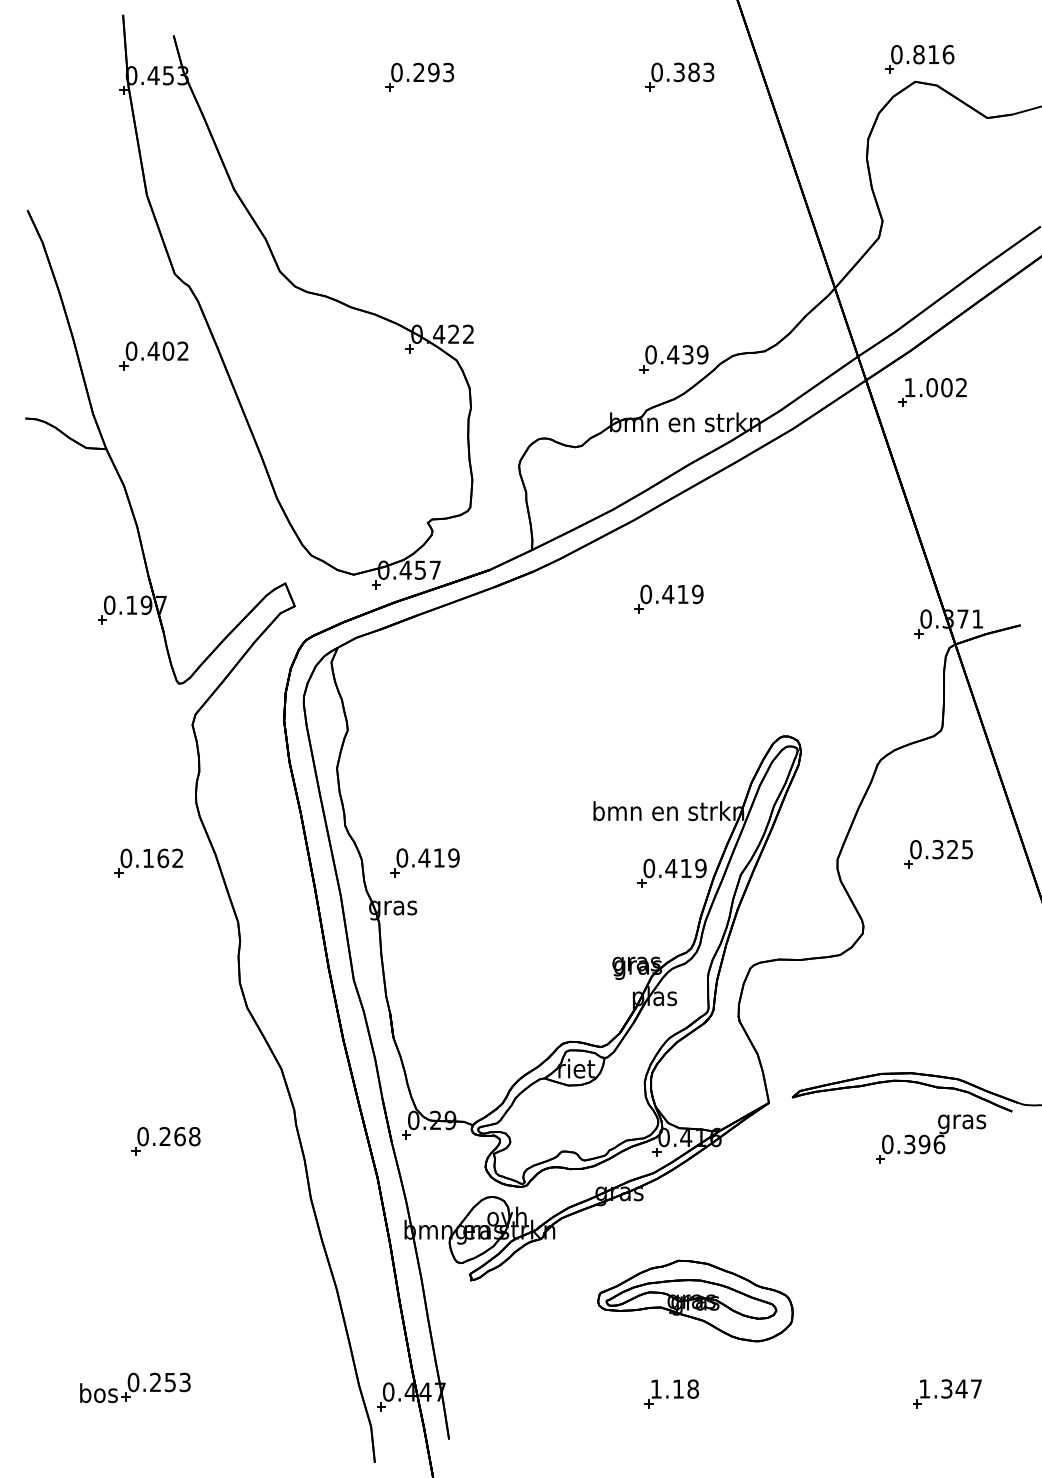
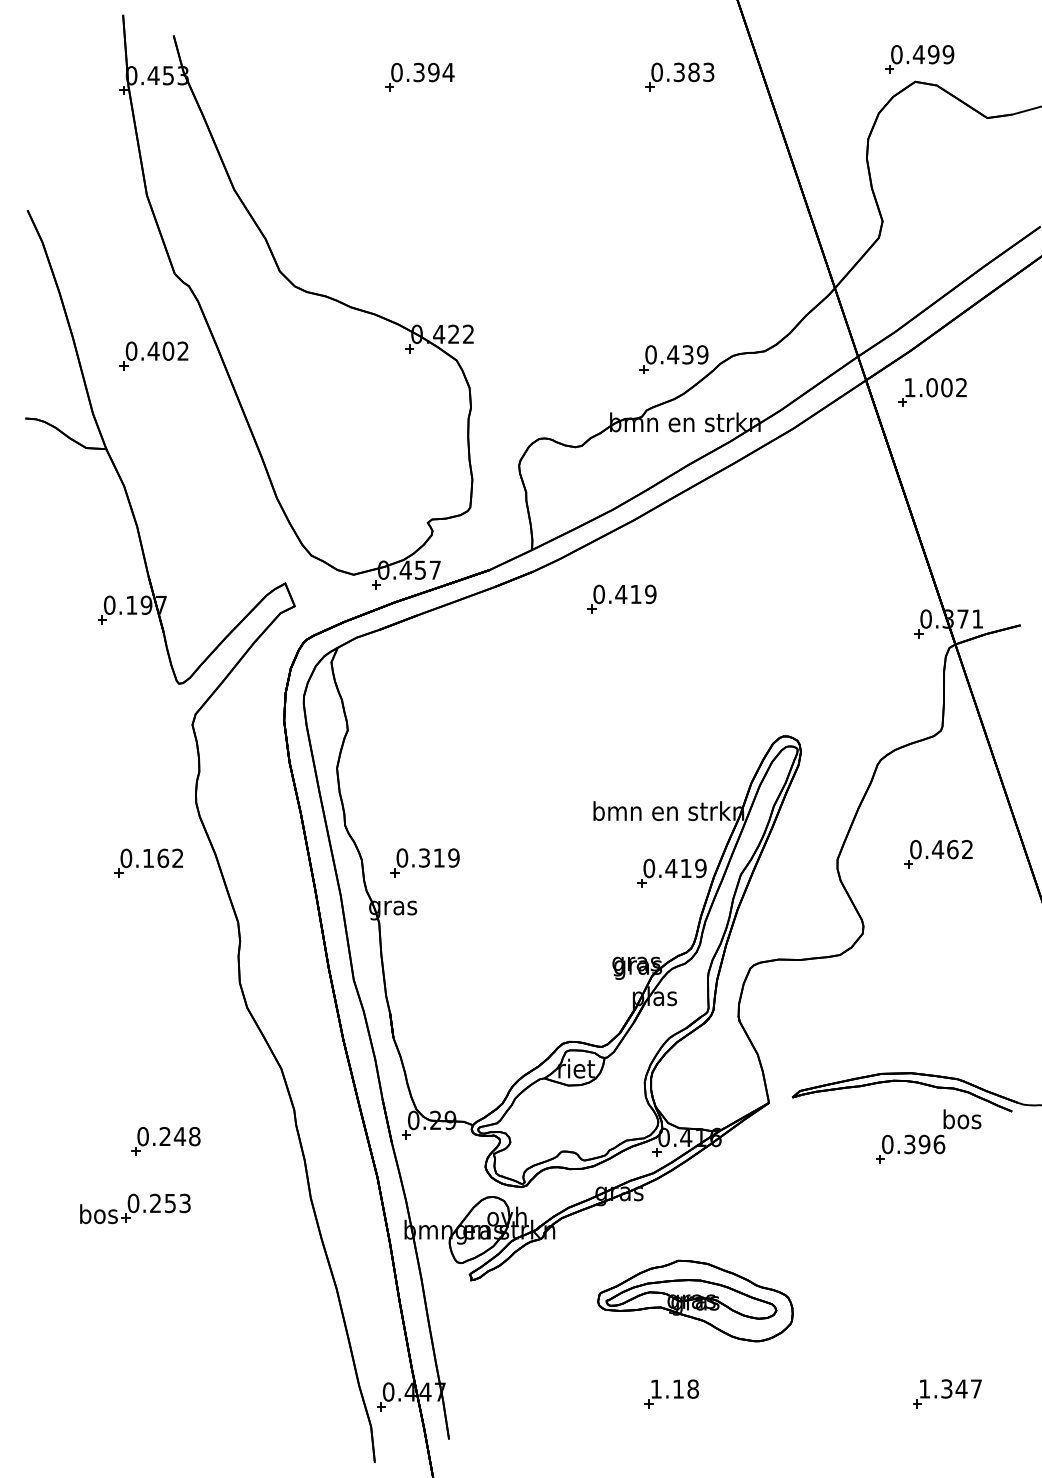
text at (933, 54): 0.816 -> 0.499
text at (433, 72): 0.293 -> 0.394
part at (668, 598) position: (668, 598) -> (621, 598)
text at (951, 849): 0.325 -> 0.462
text at (424, 857): 0.419 -> 0.319
text at (962, 1121): gras -> bos
text at (179, 1136): 0.268 -> 0.248
part at (135, 1387) position: (135, 1387) -> (135, 1208)
